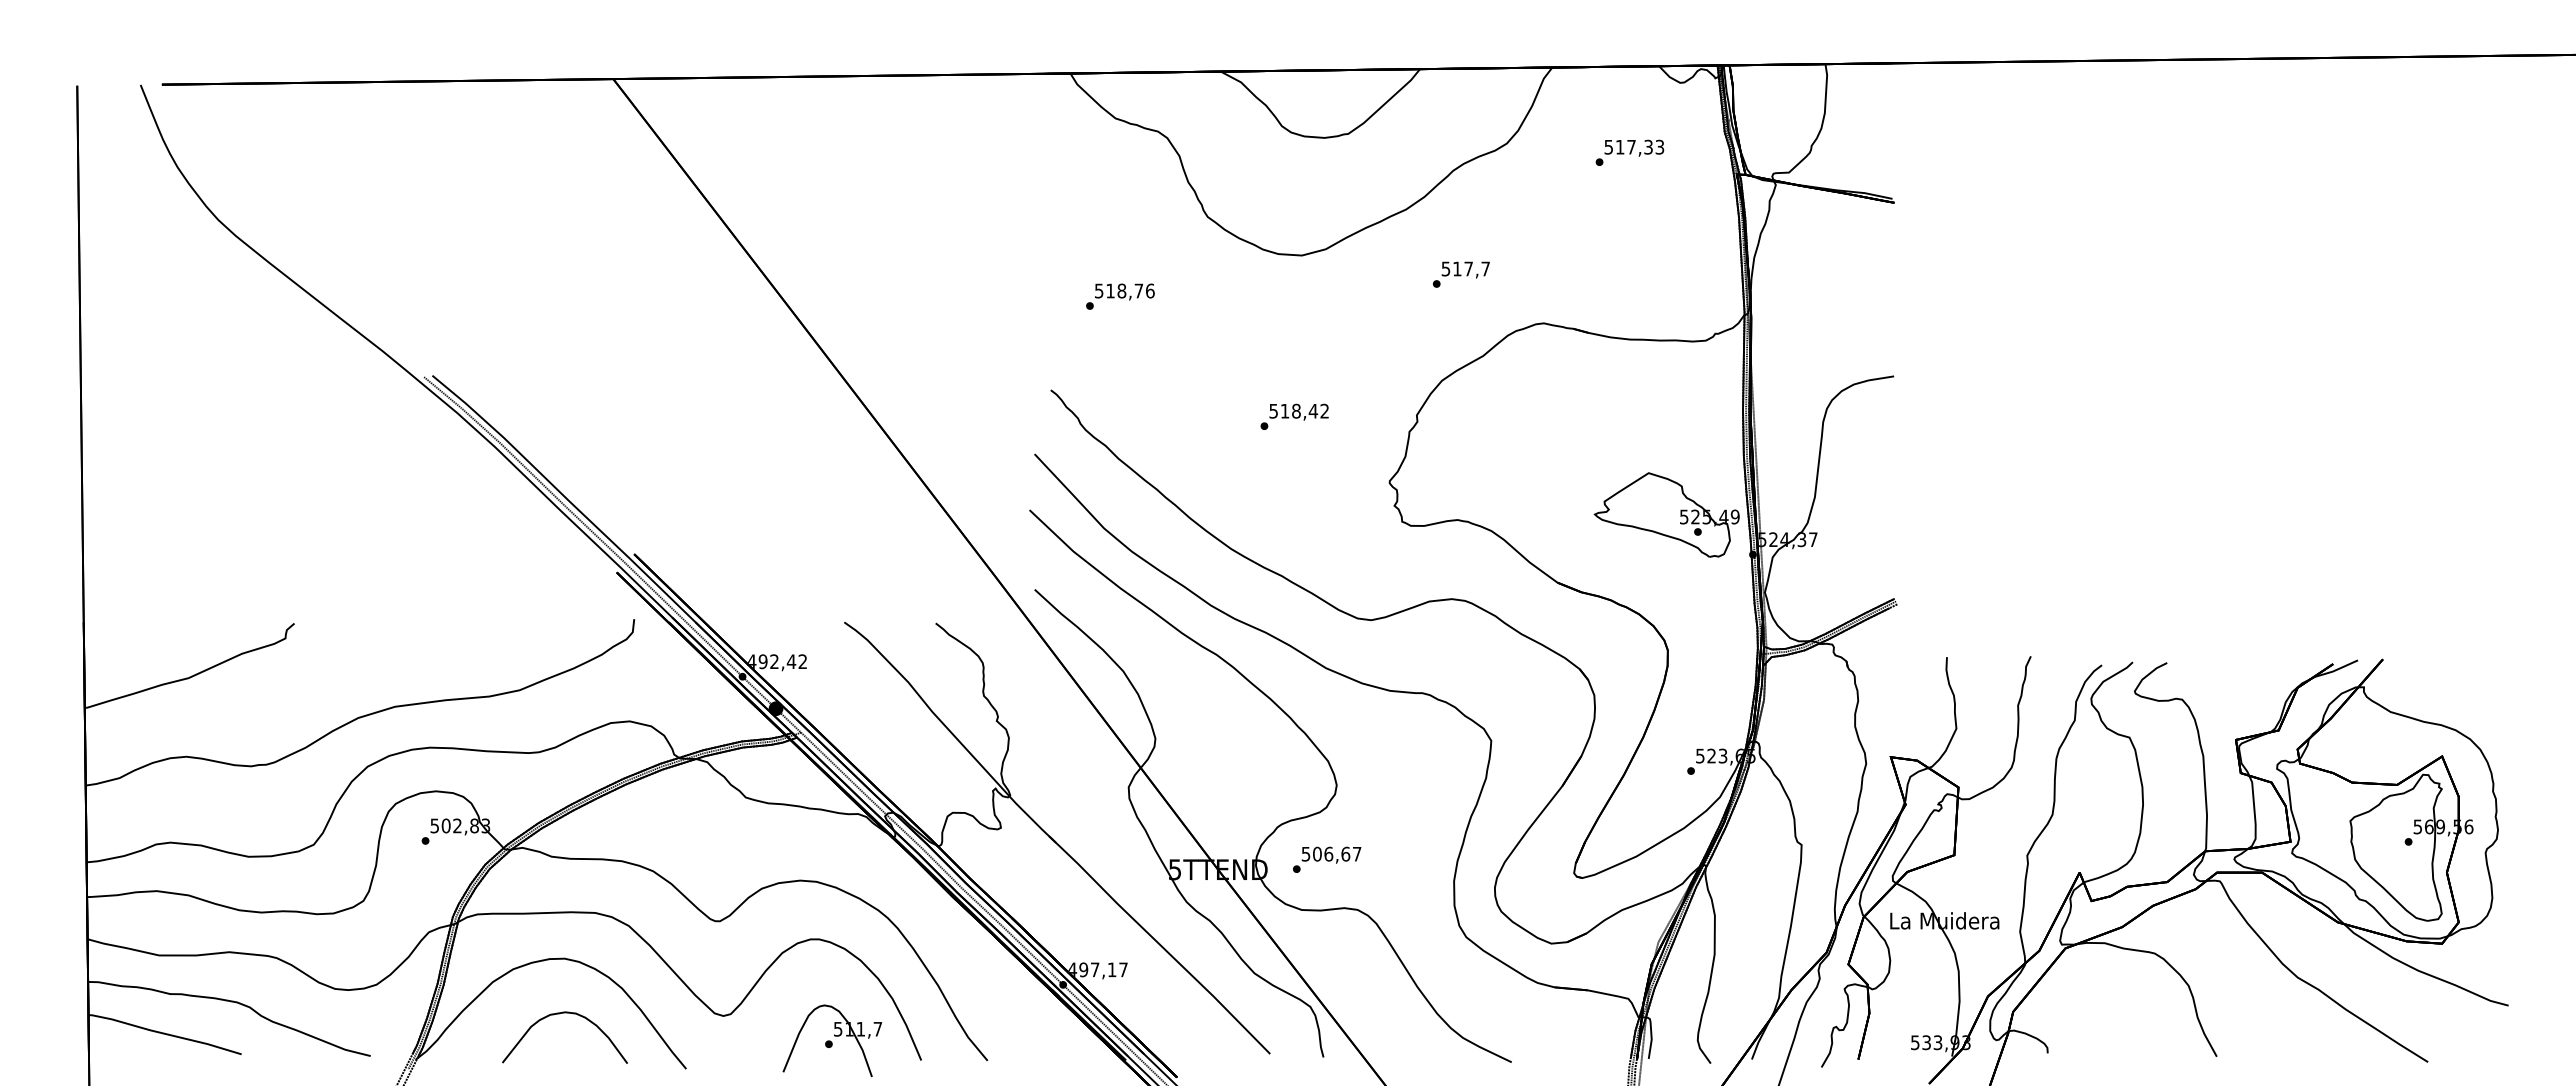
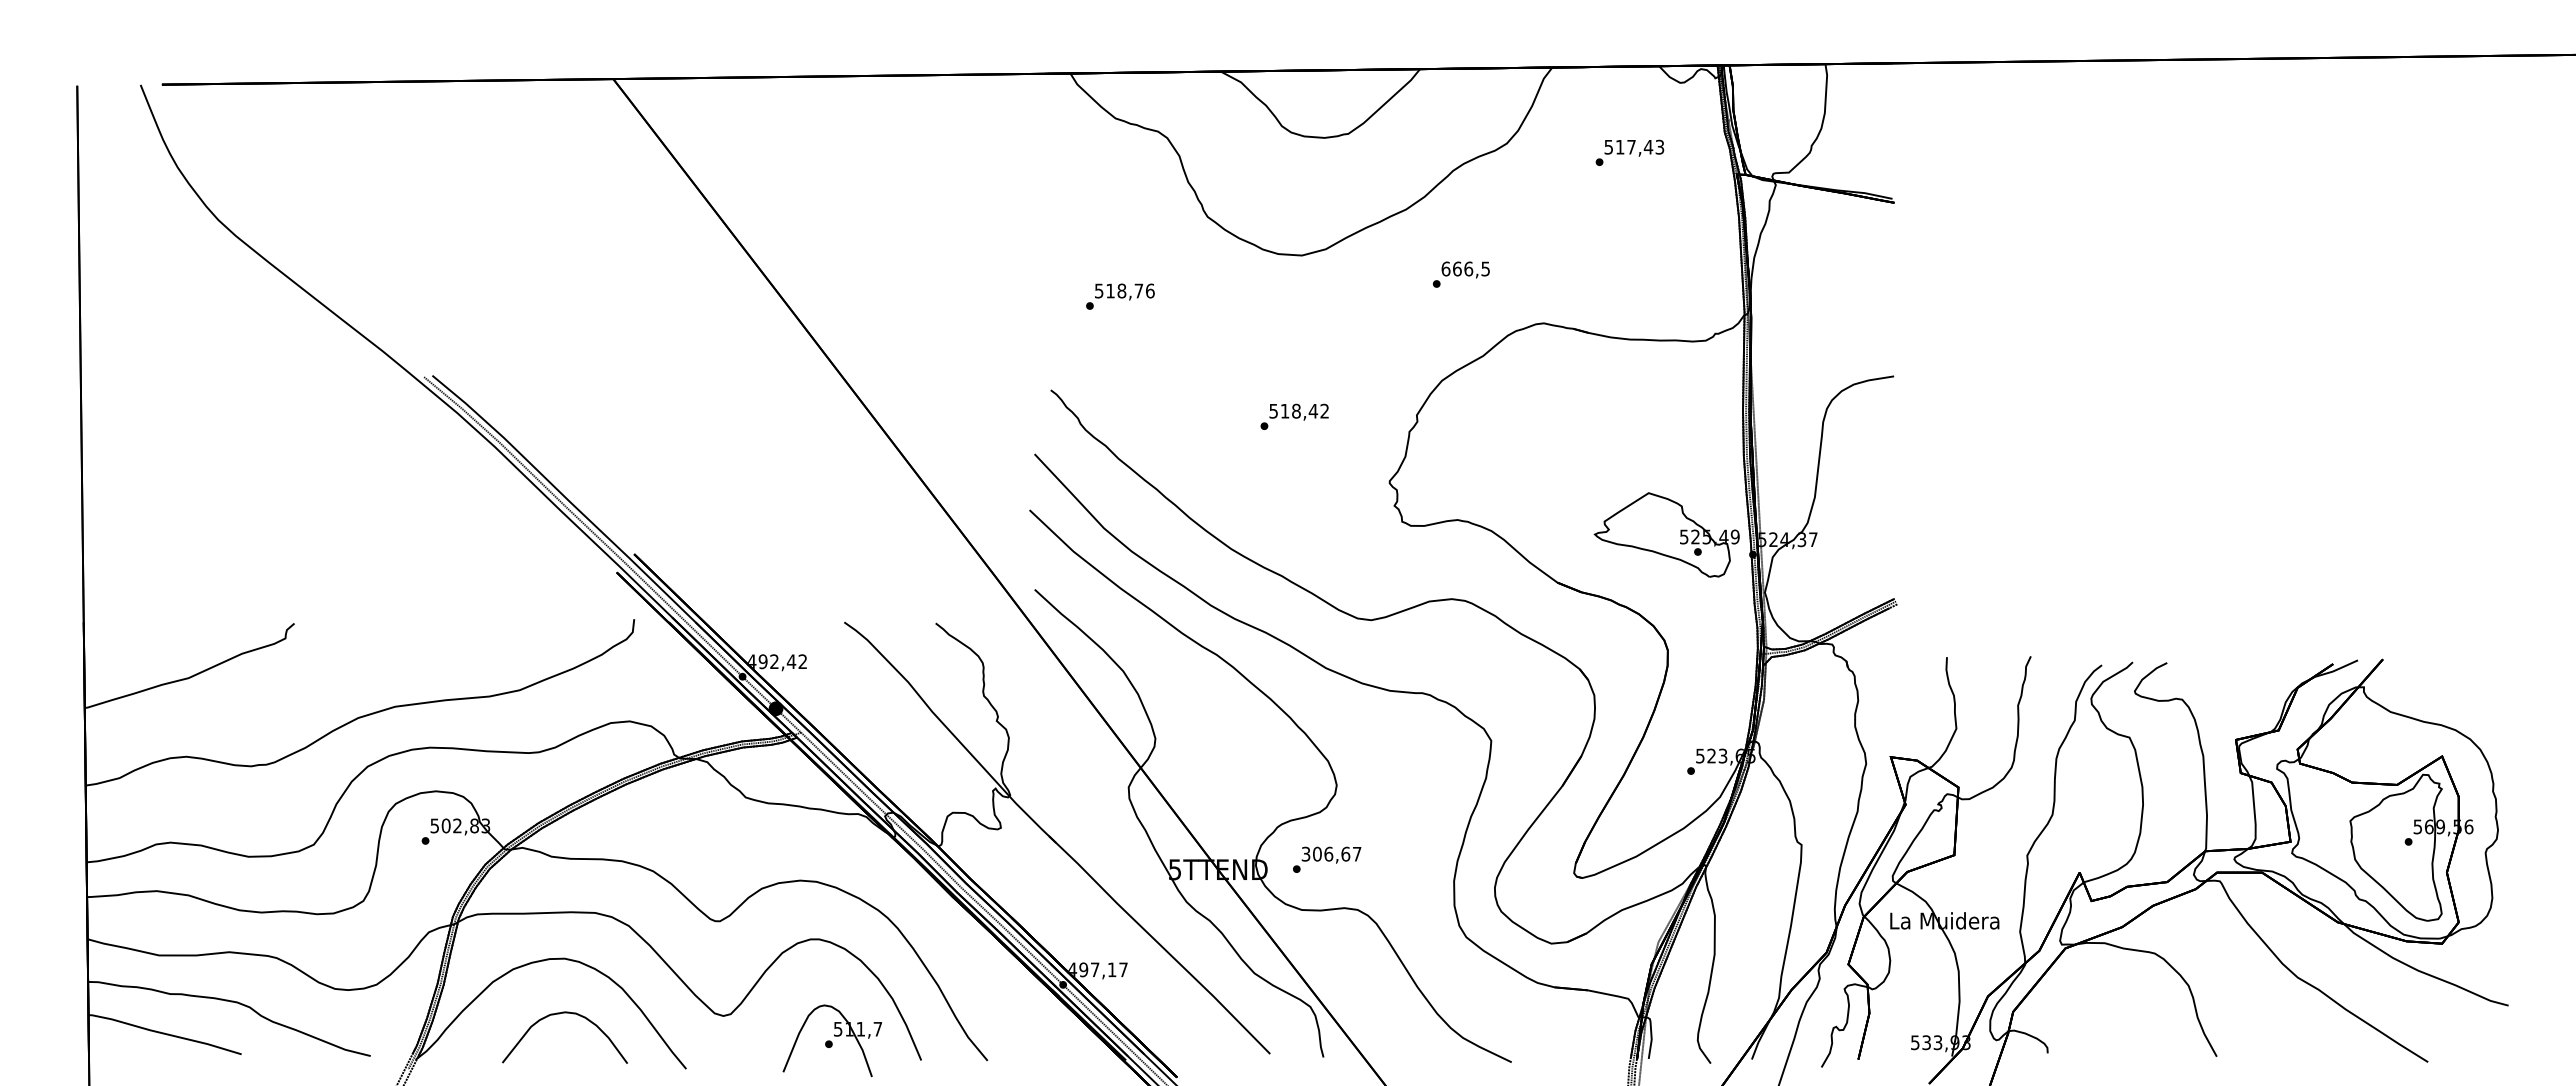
text at (1648, 146): 517,33 -> 517,43
text at (1465, 268): 517,7 -> 666,5
part at (1666, 514) position: (1666, 514) -> (1666, 534)
text at (1306, 853): 506,67 -> 306,67
